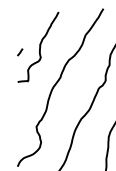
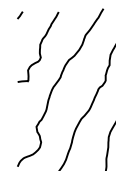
line at (20, 52) position: (20, 52) -> (20, 15)
